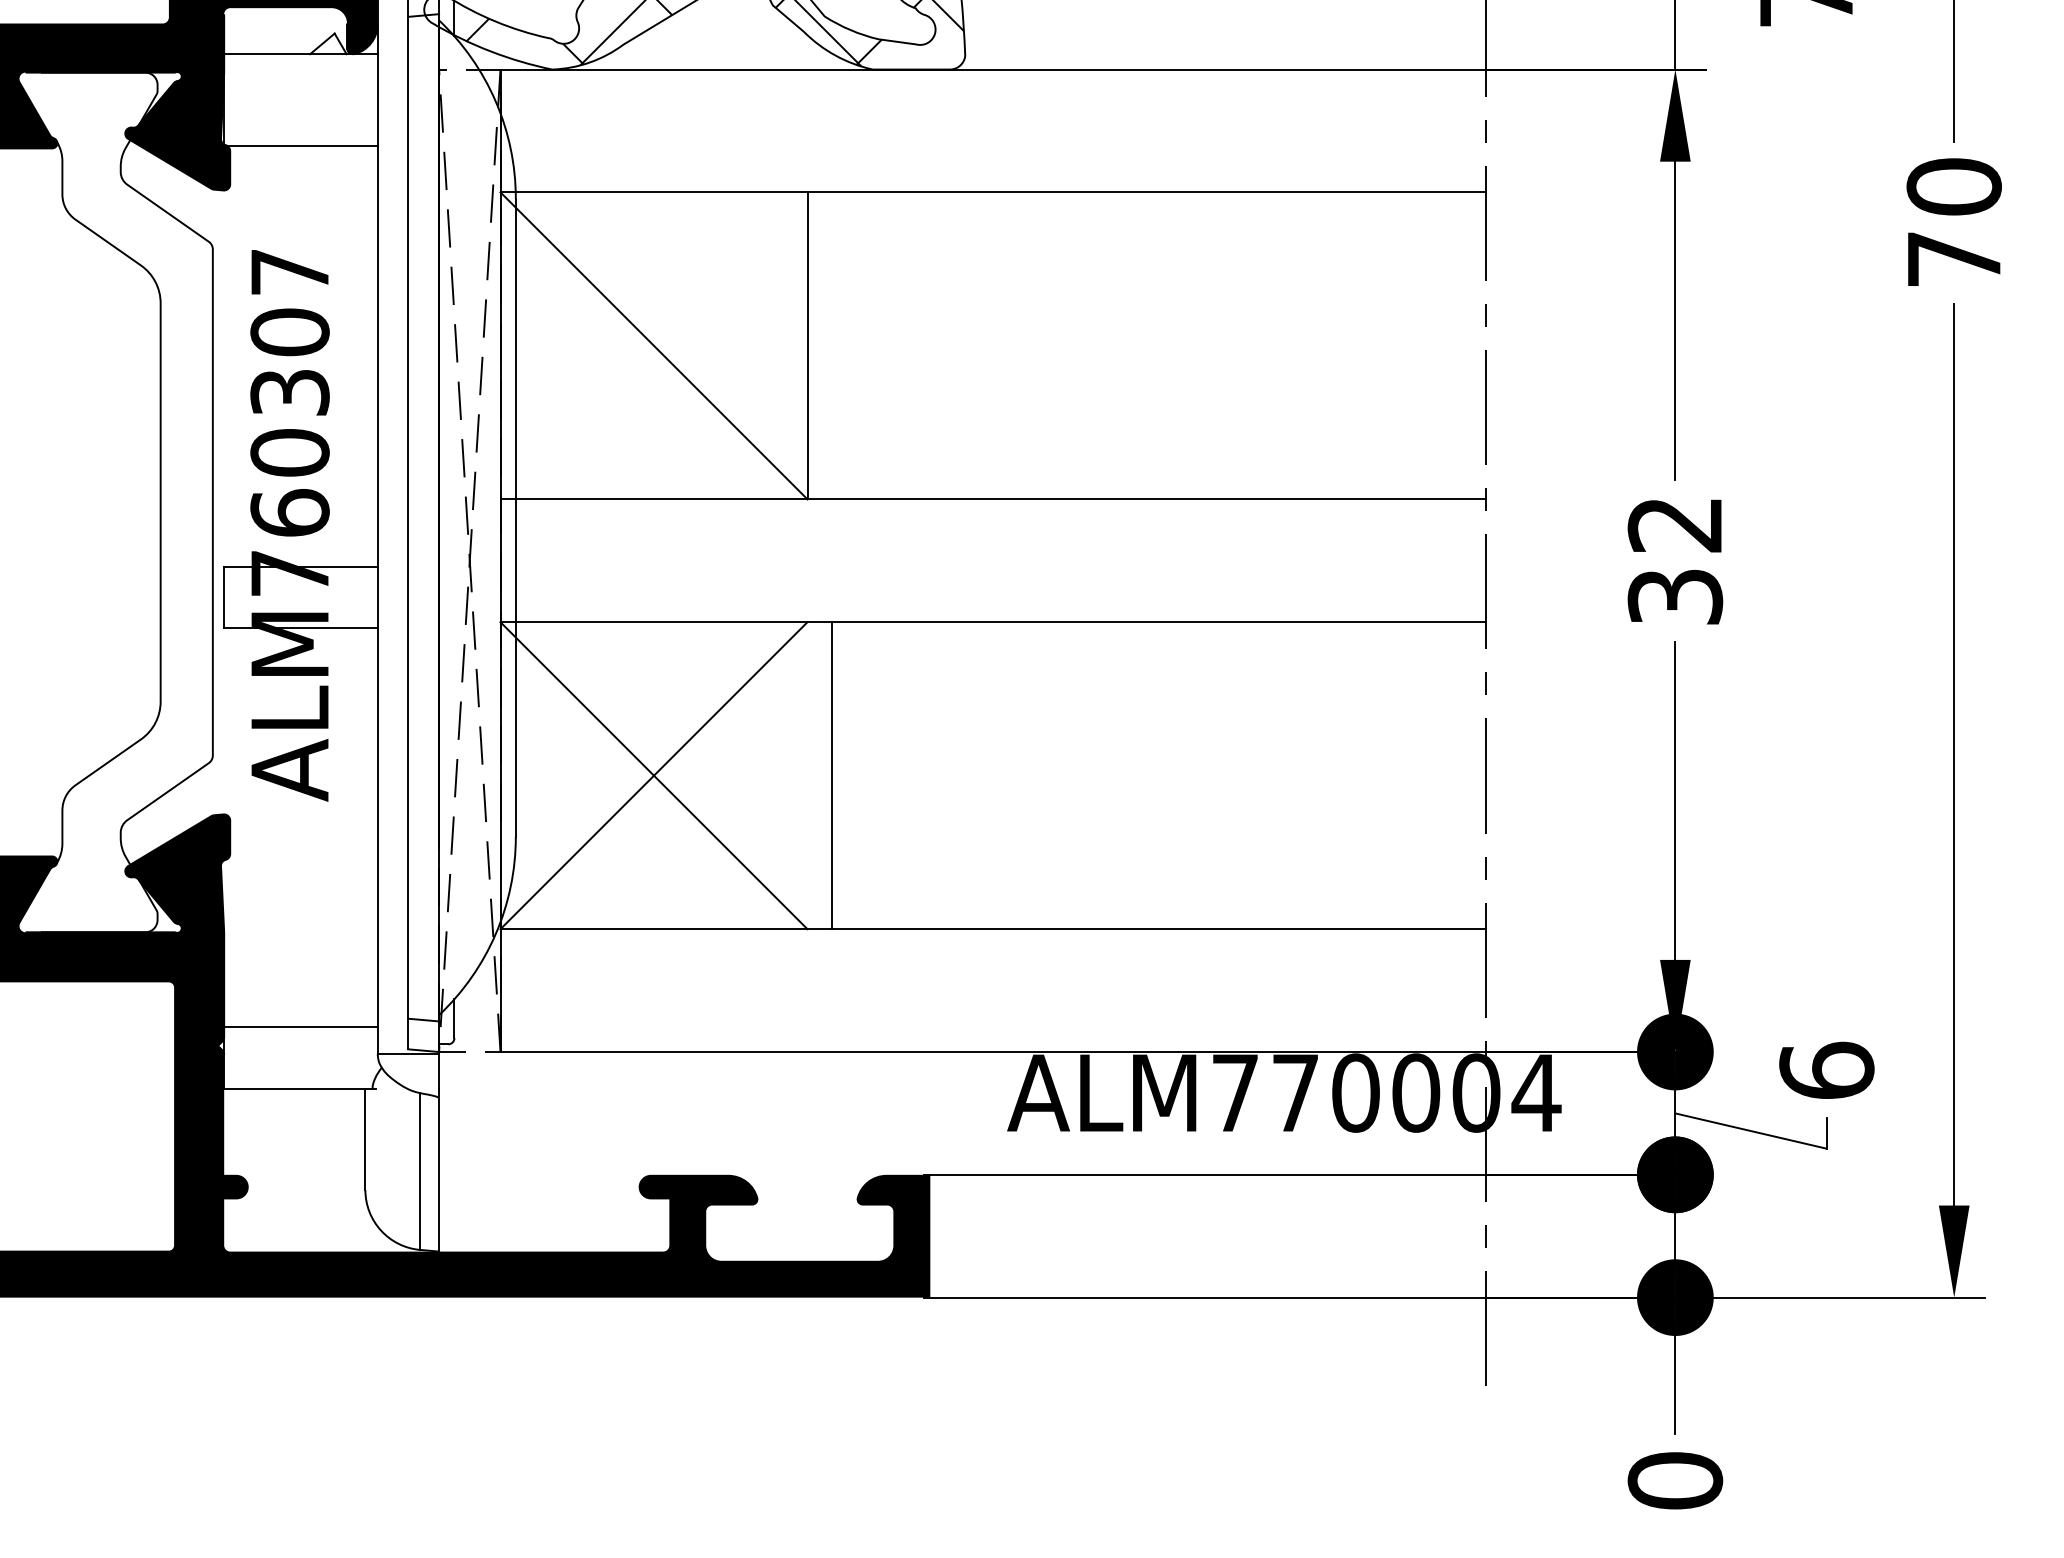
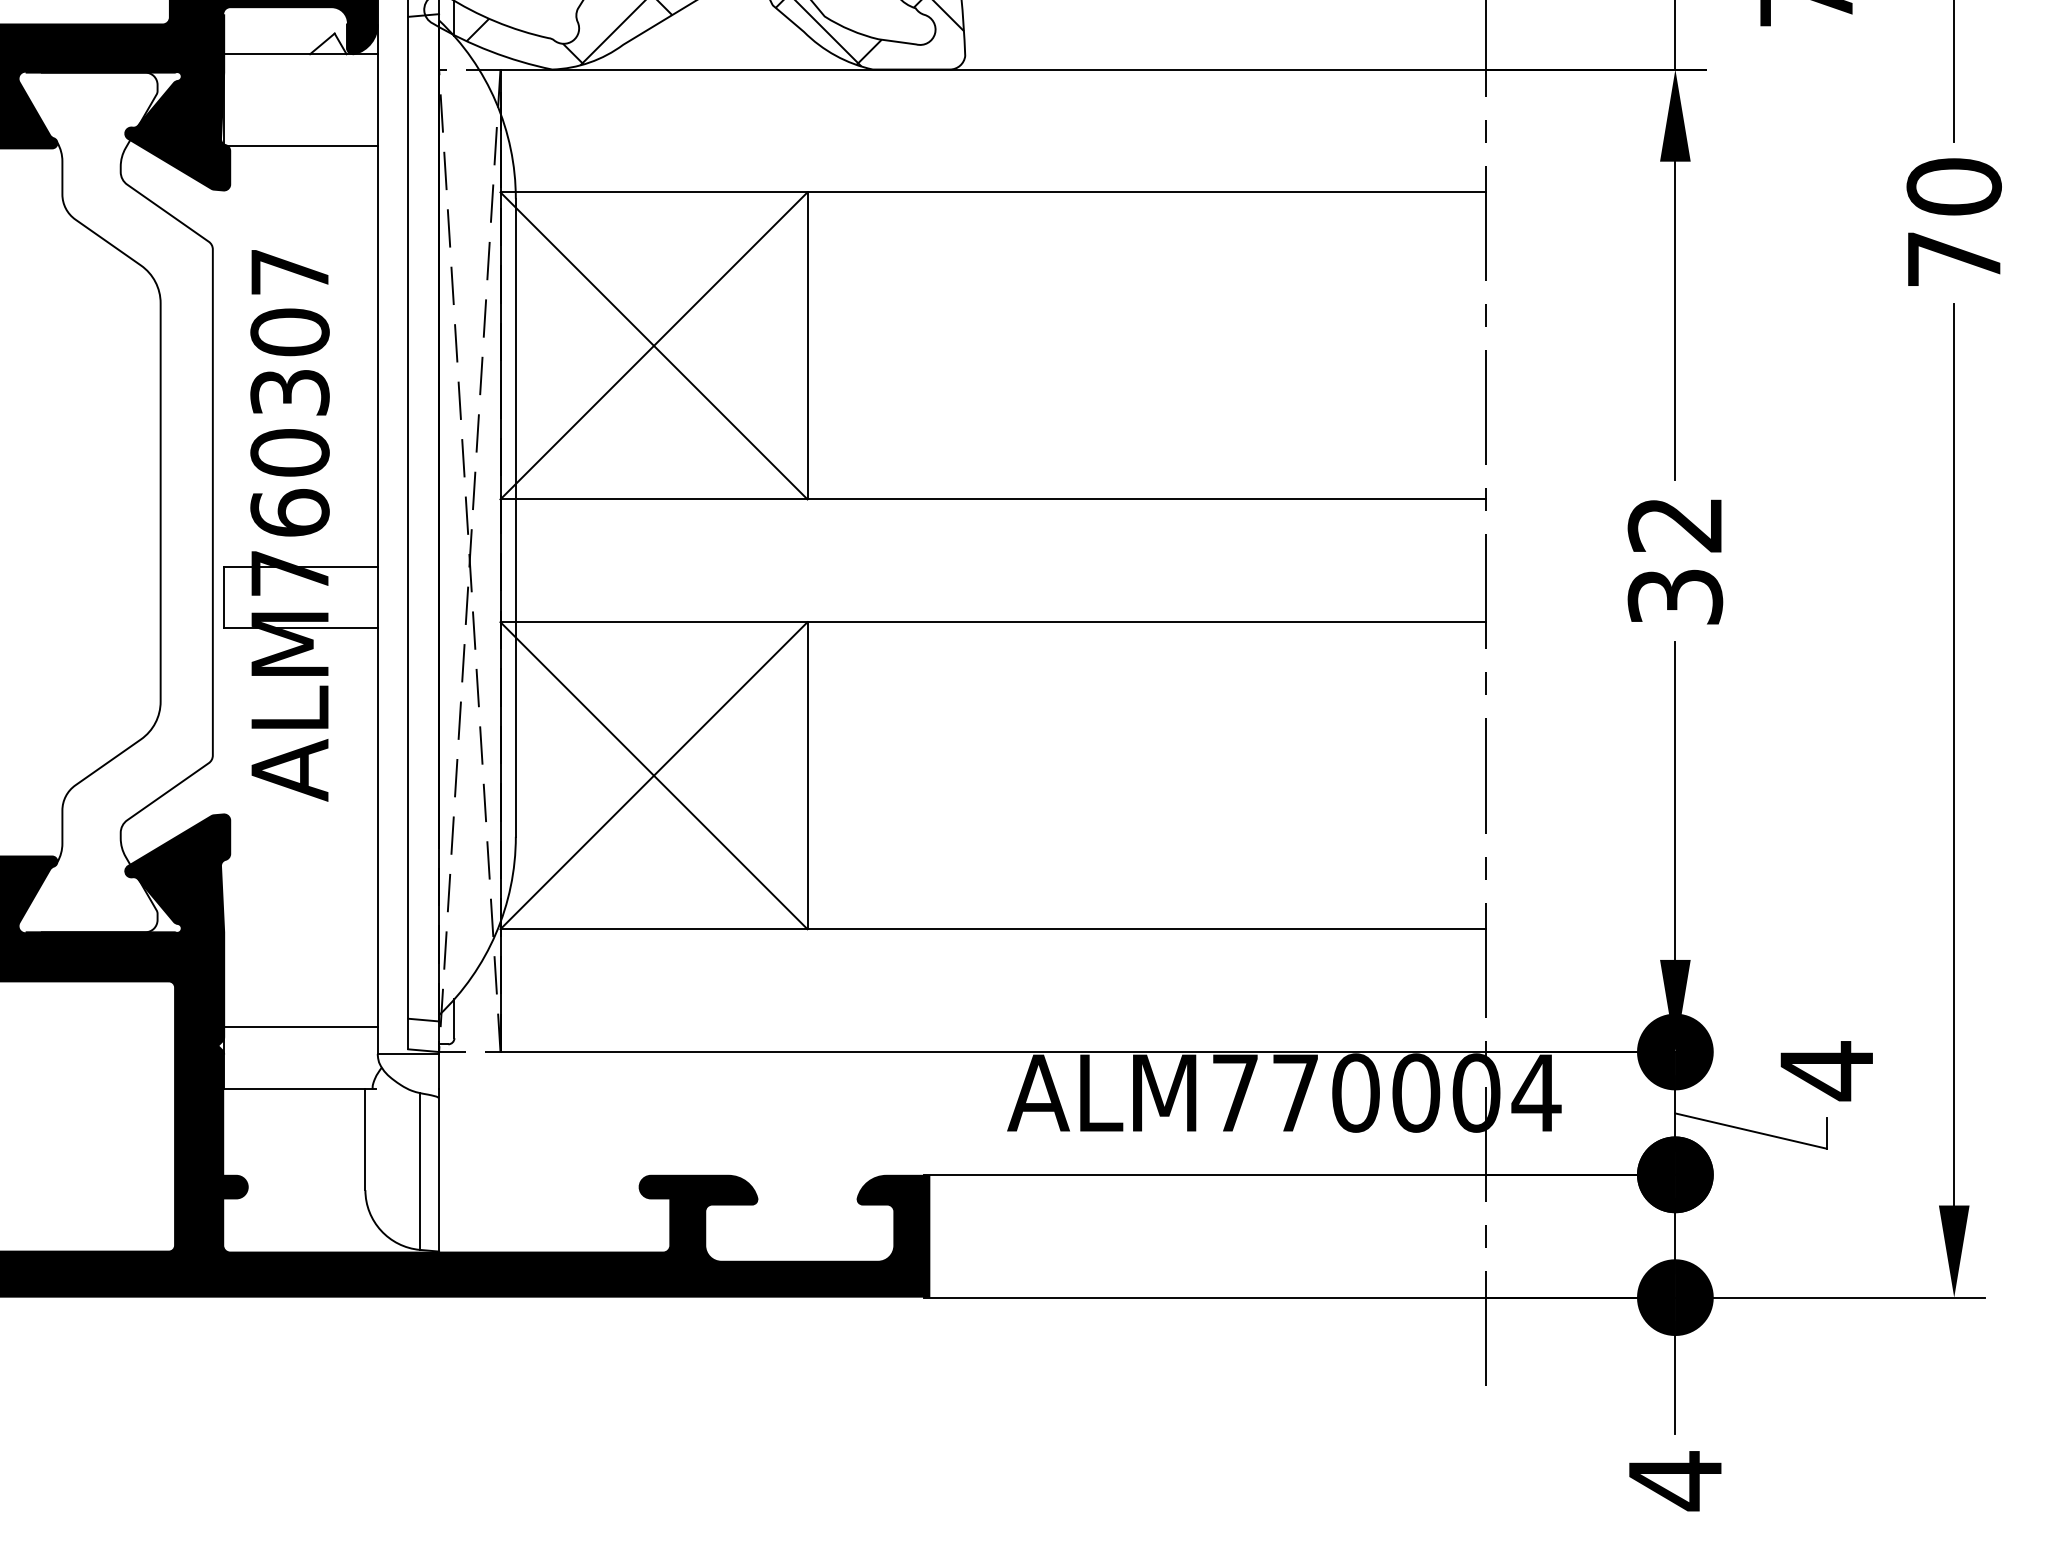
line at (653, 345): none -> present
line at (831, 775) position: (831, 775) -> (807, 775)
text at (1826, 1071): 6 -> 4
text at (1675, 1481): 0 -> 4
